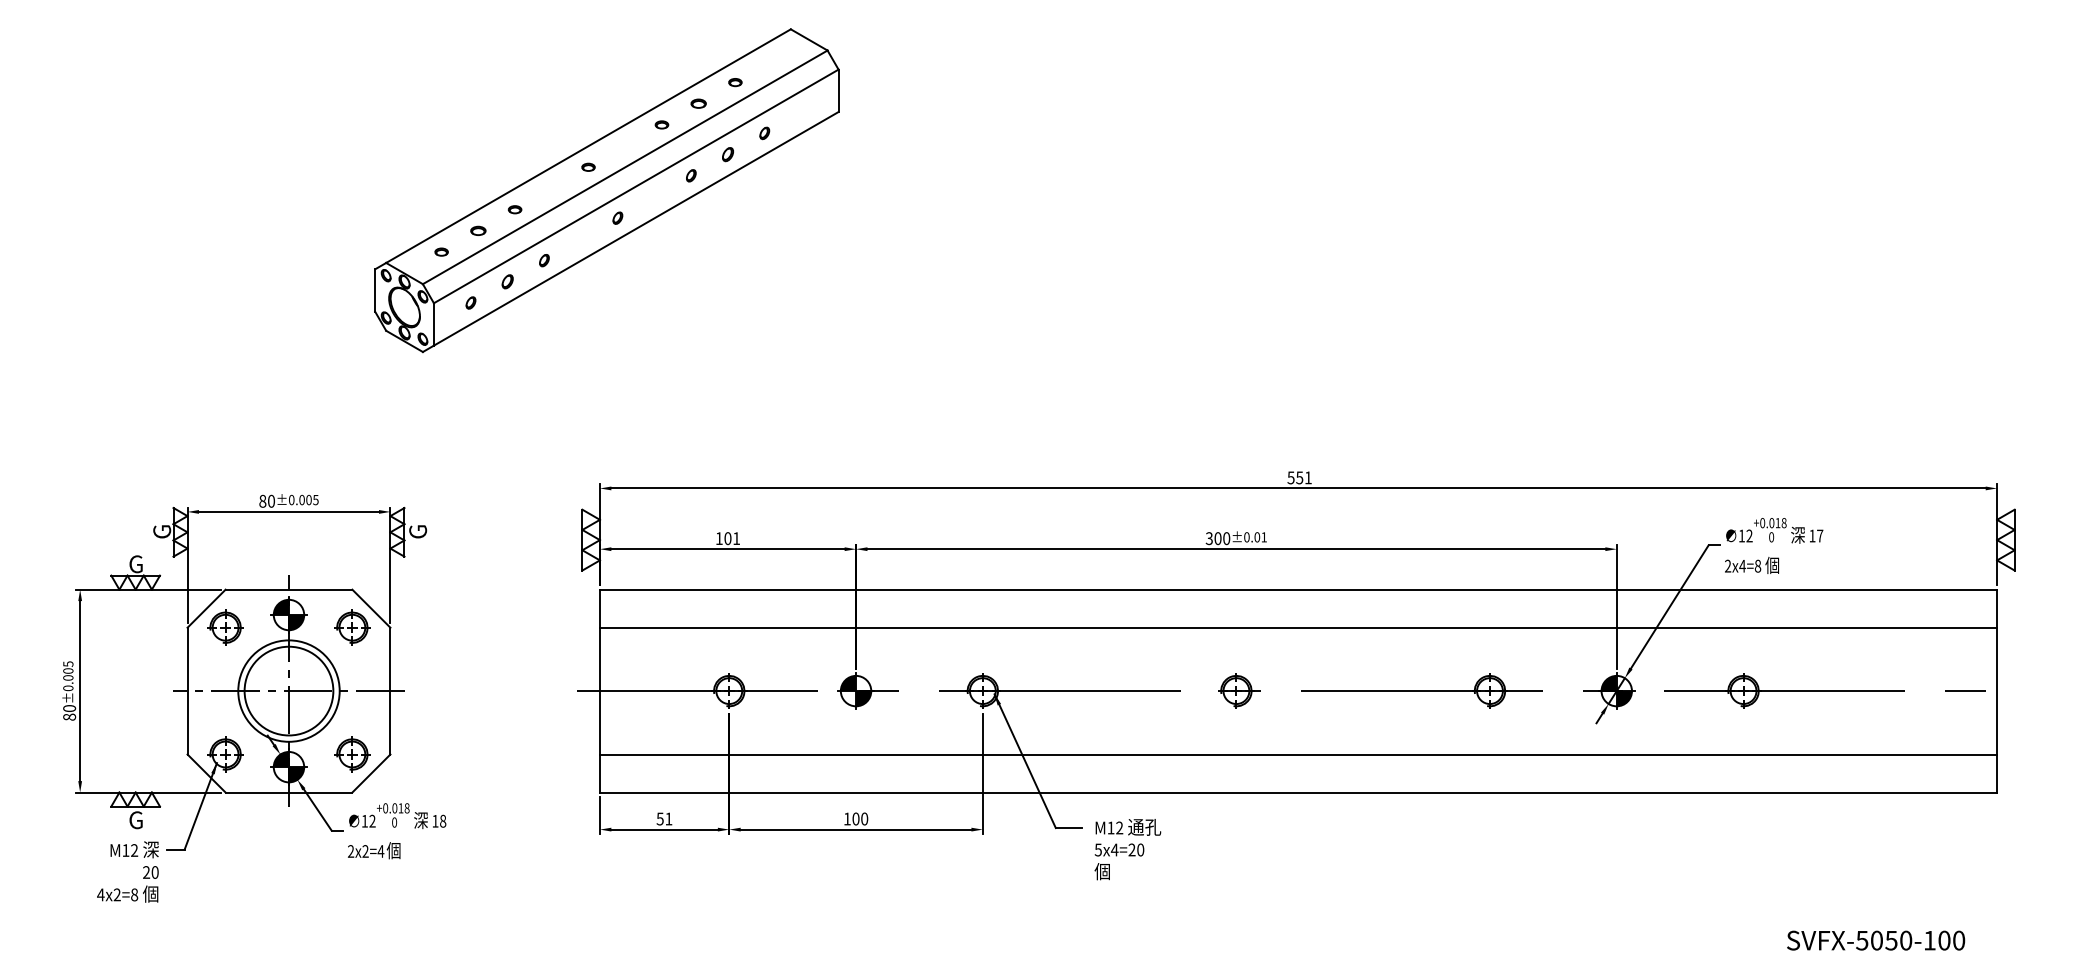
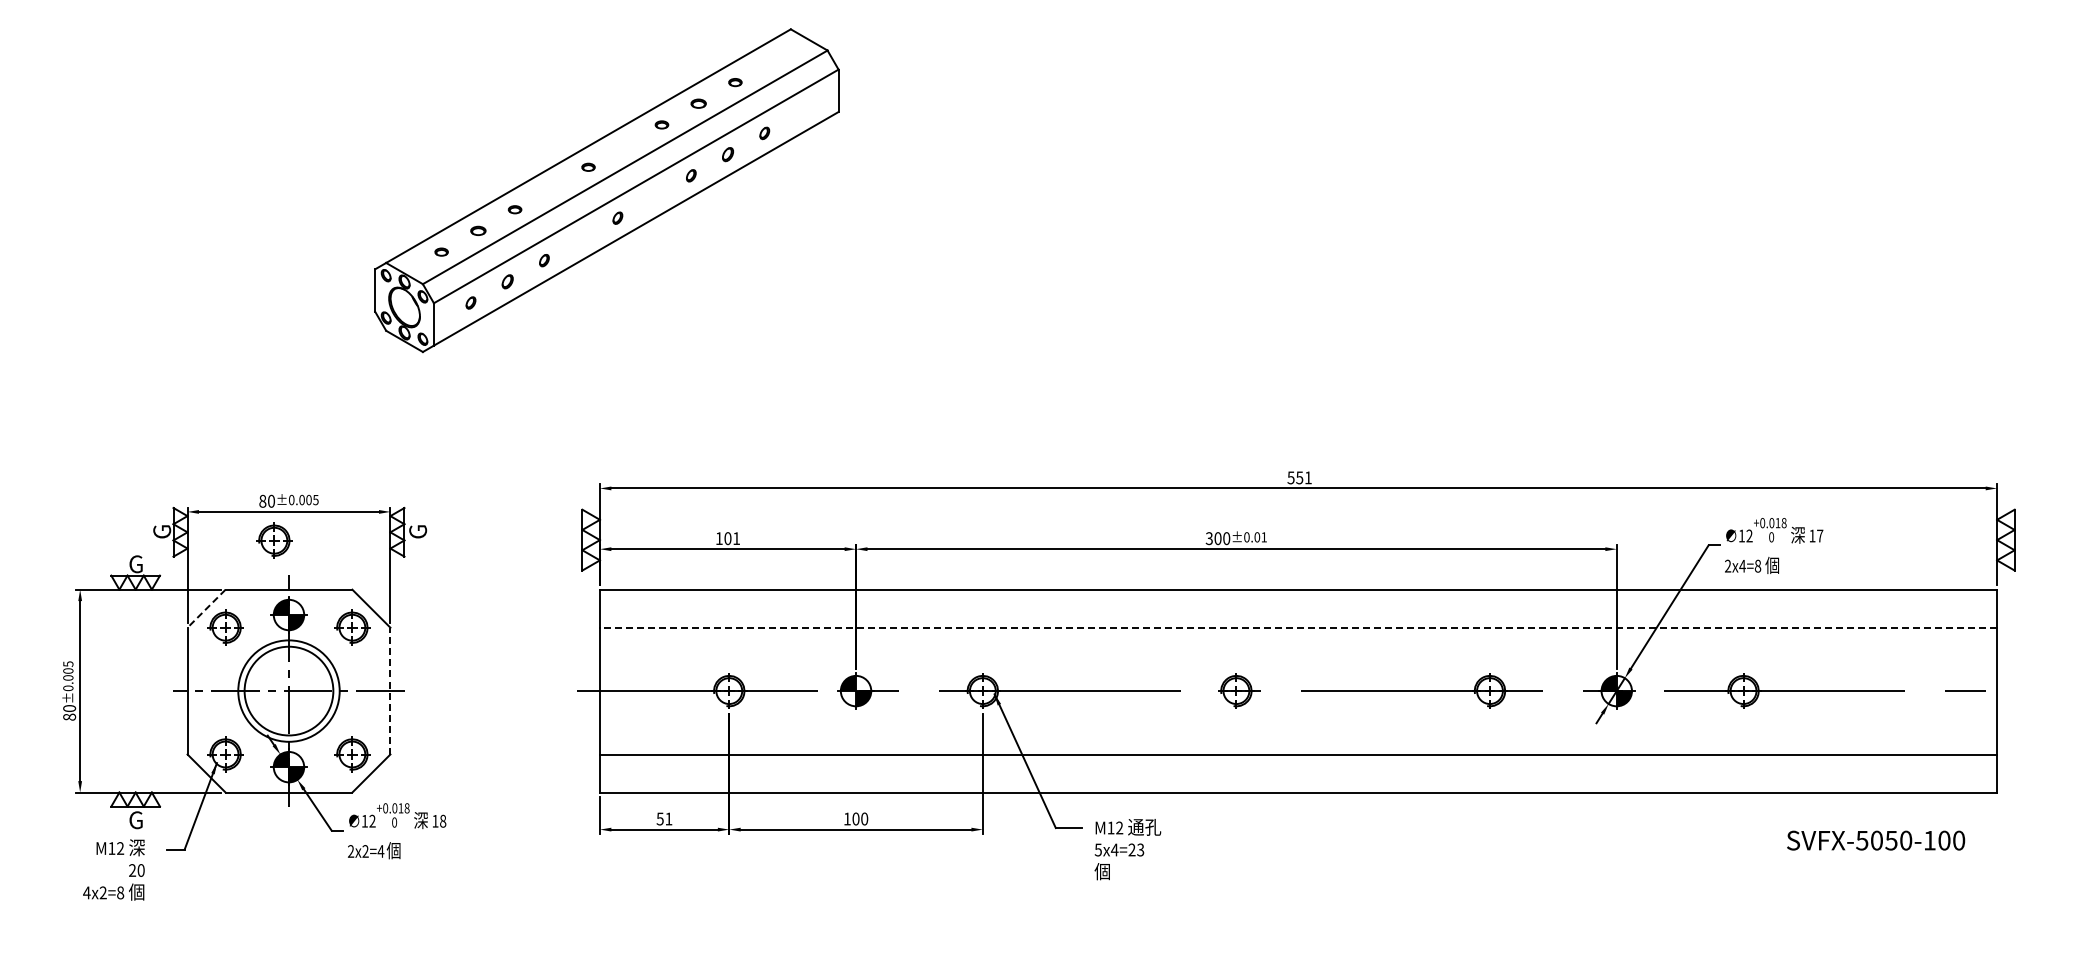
part at (274, 540): none -> present
line at (206, 608): solid -> dashed
line at (1298, 627): solid -> dashed
line at (390, 690): solid -> dashed
text at (1140, 849): 5x4=20 -> 5x4=23
text at (127, 871) position: (127, 871) -> (113, 869)
text at (1876, 940) position: (1876, 940) -> (1876, 840)
